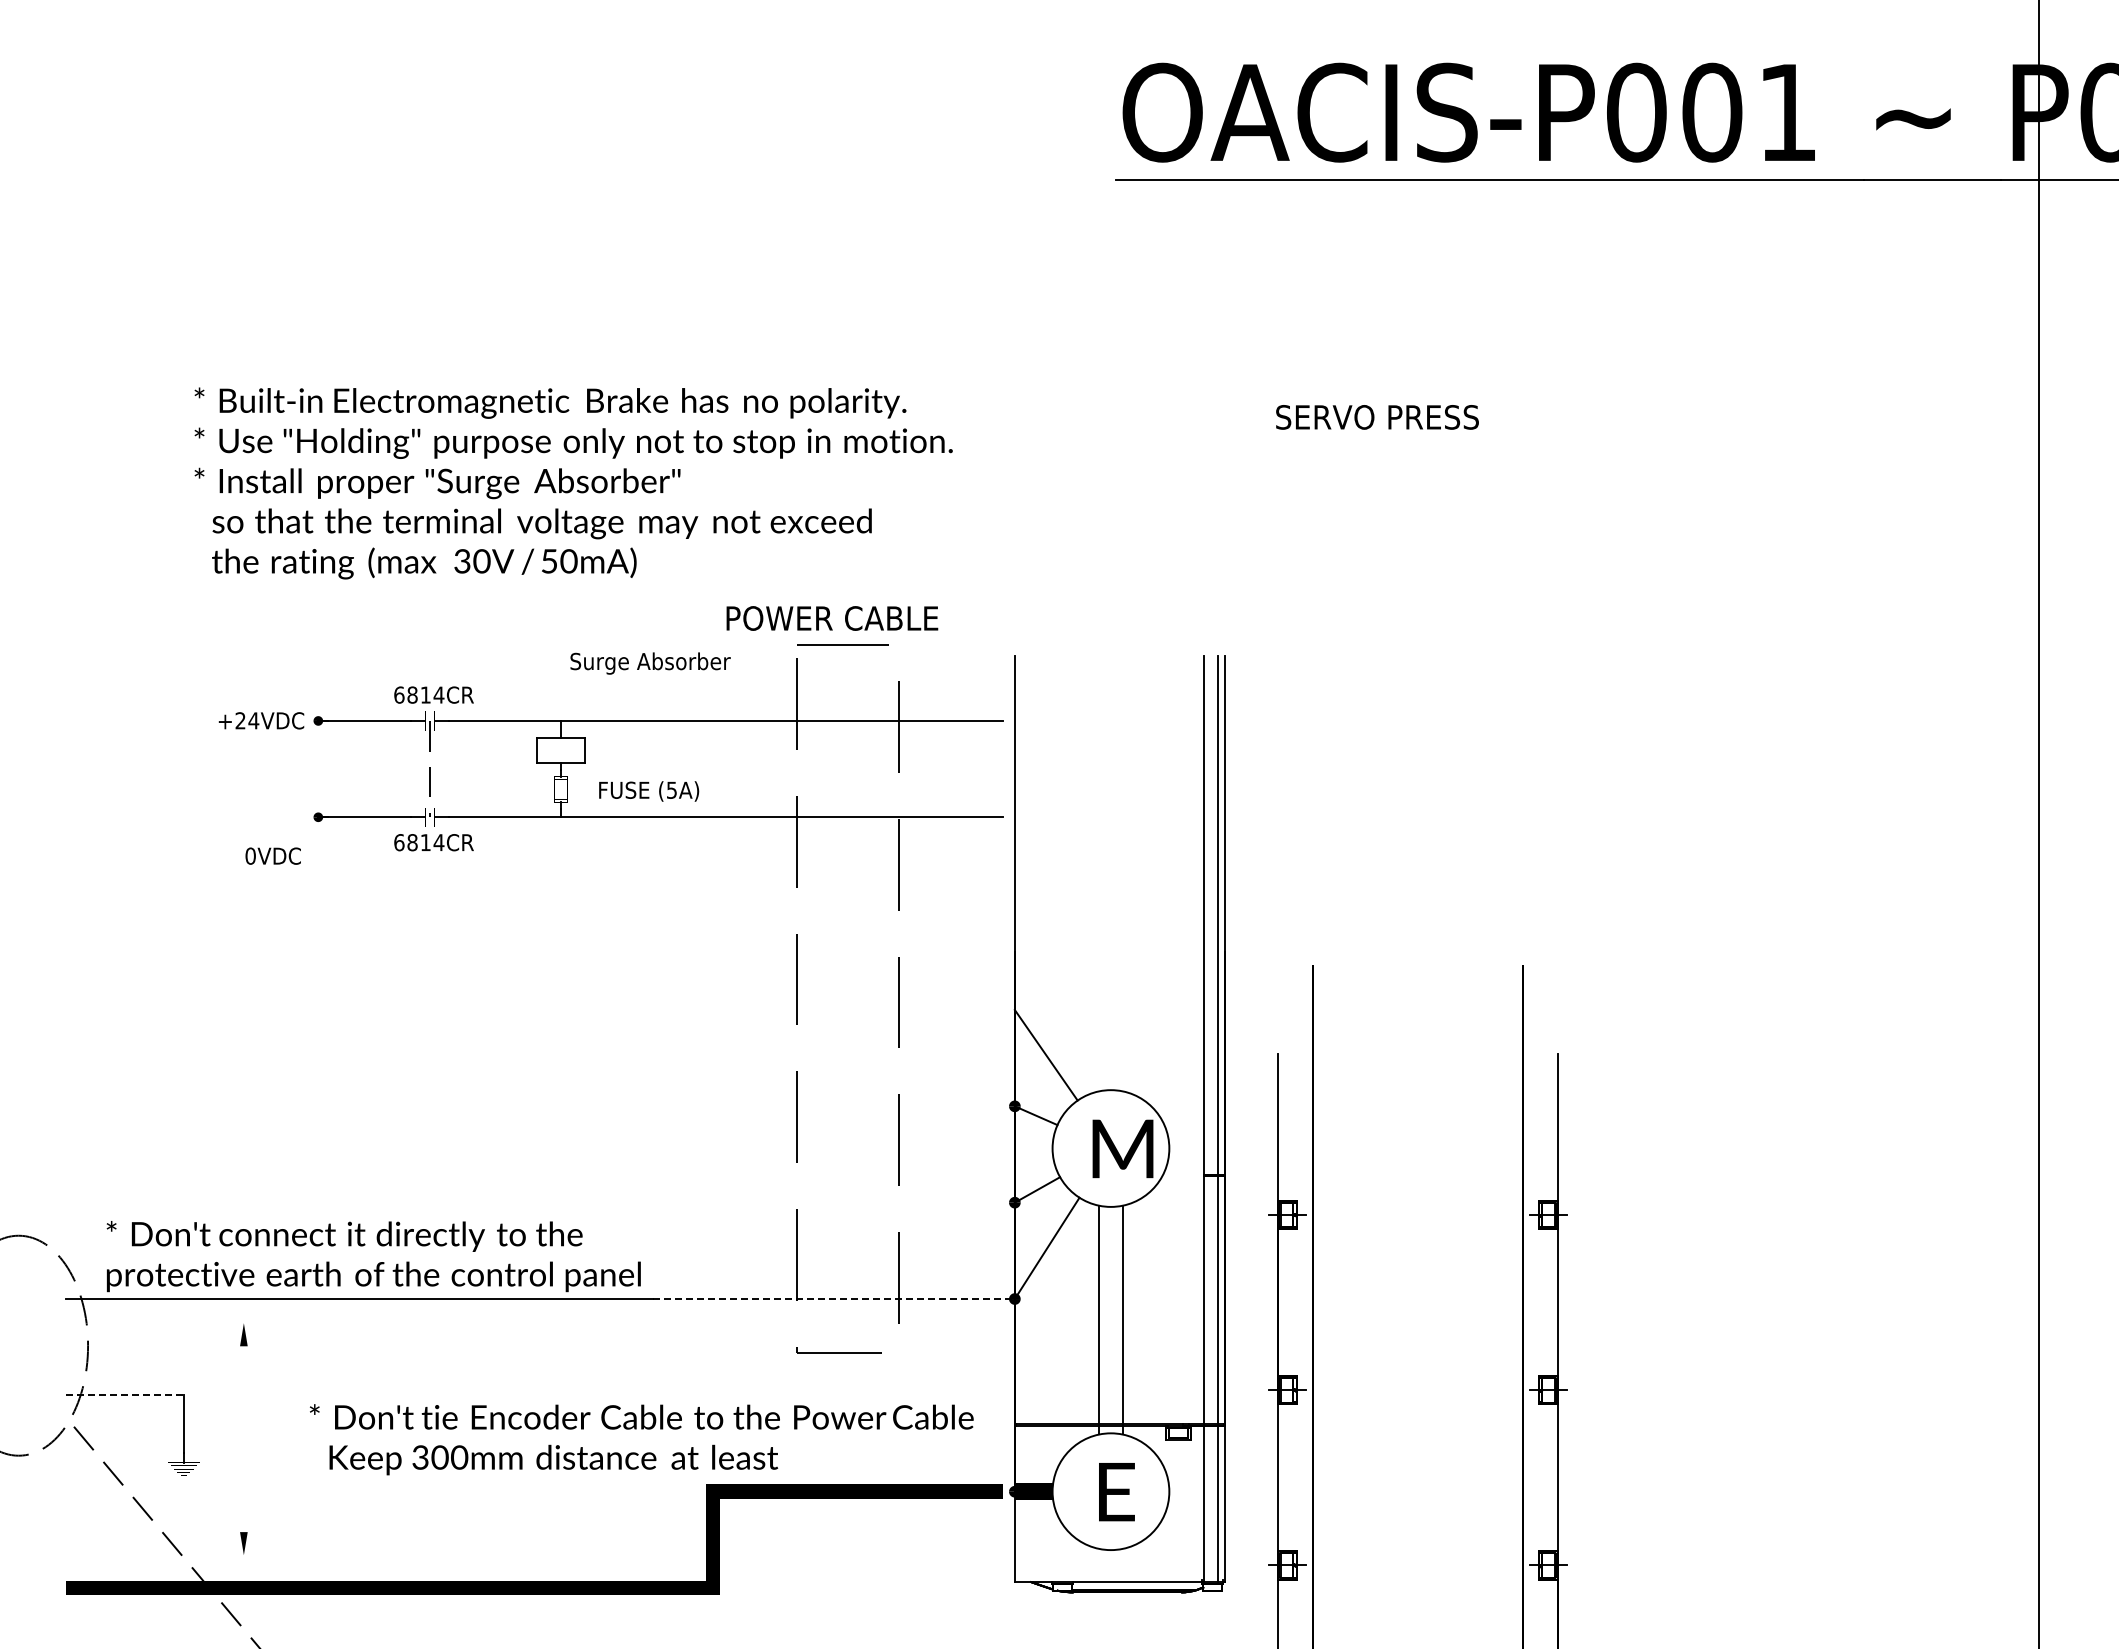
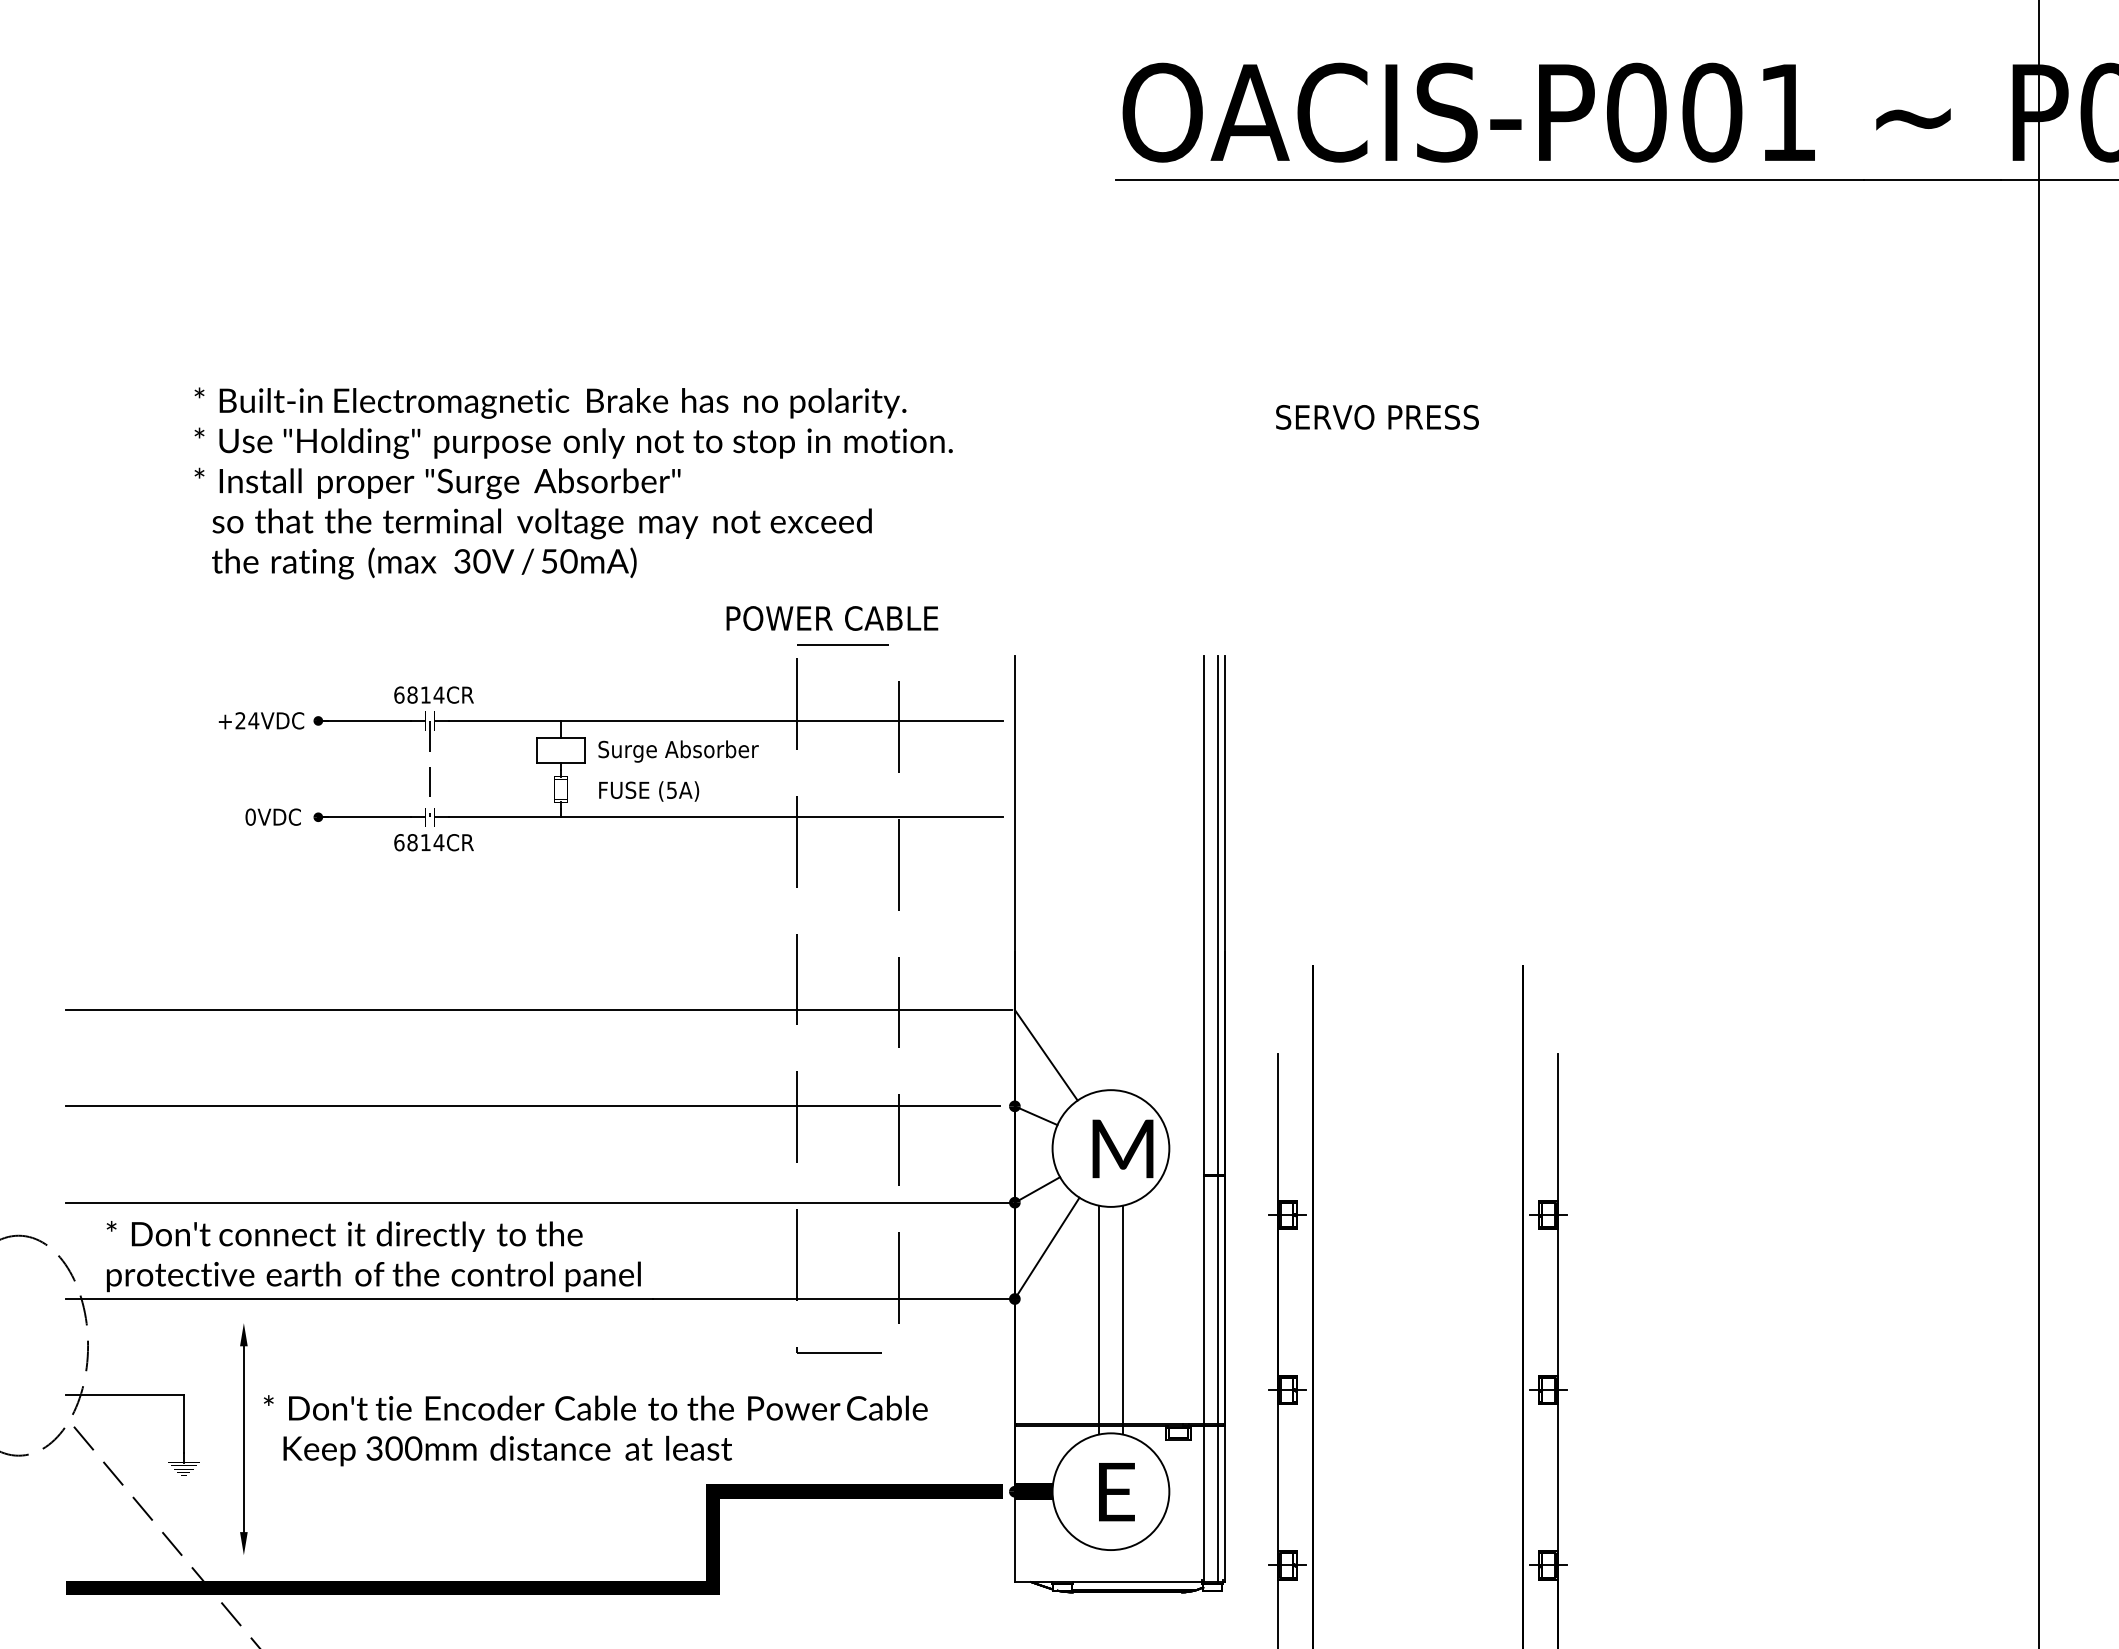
text at (650, 663) position: (650, 663) -> (678, 751)
text at (272, 855) position: (272, 855) -> (272, 816)
line at (538, 1009): none -> present
line at (532, 1106): none -> present
line at (538, 1202): none -> present
line at (833, 1299): dashed -> solid
line at (124, 1395): dashed -> solid
line at (243, 1439): none -> present
text at (641, 1439) position: (641, 1439) -> (595, 1430)
